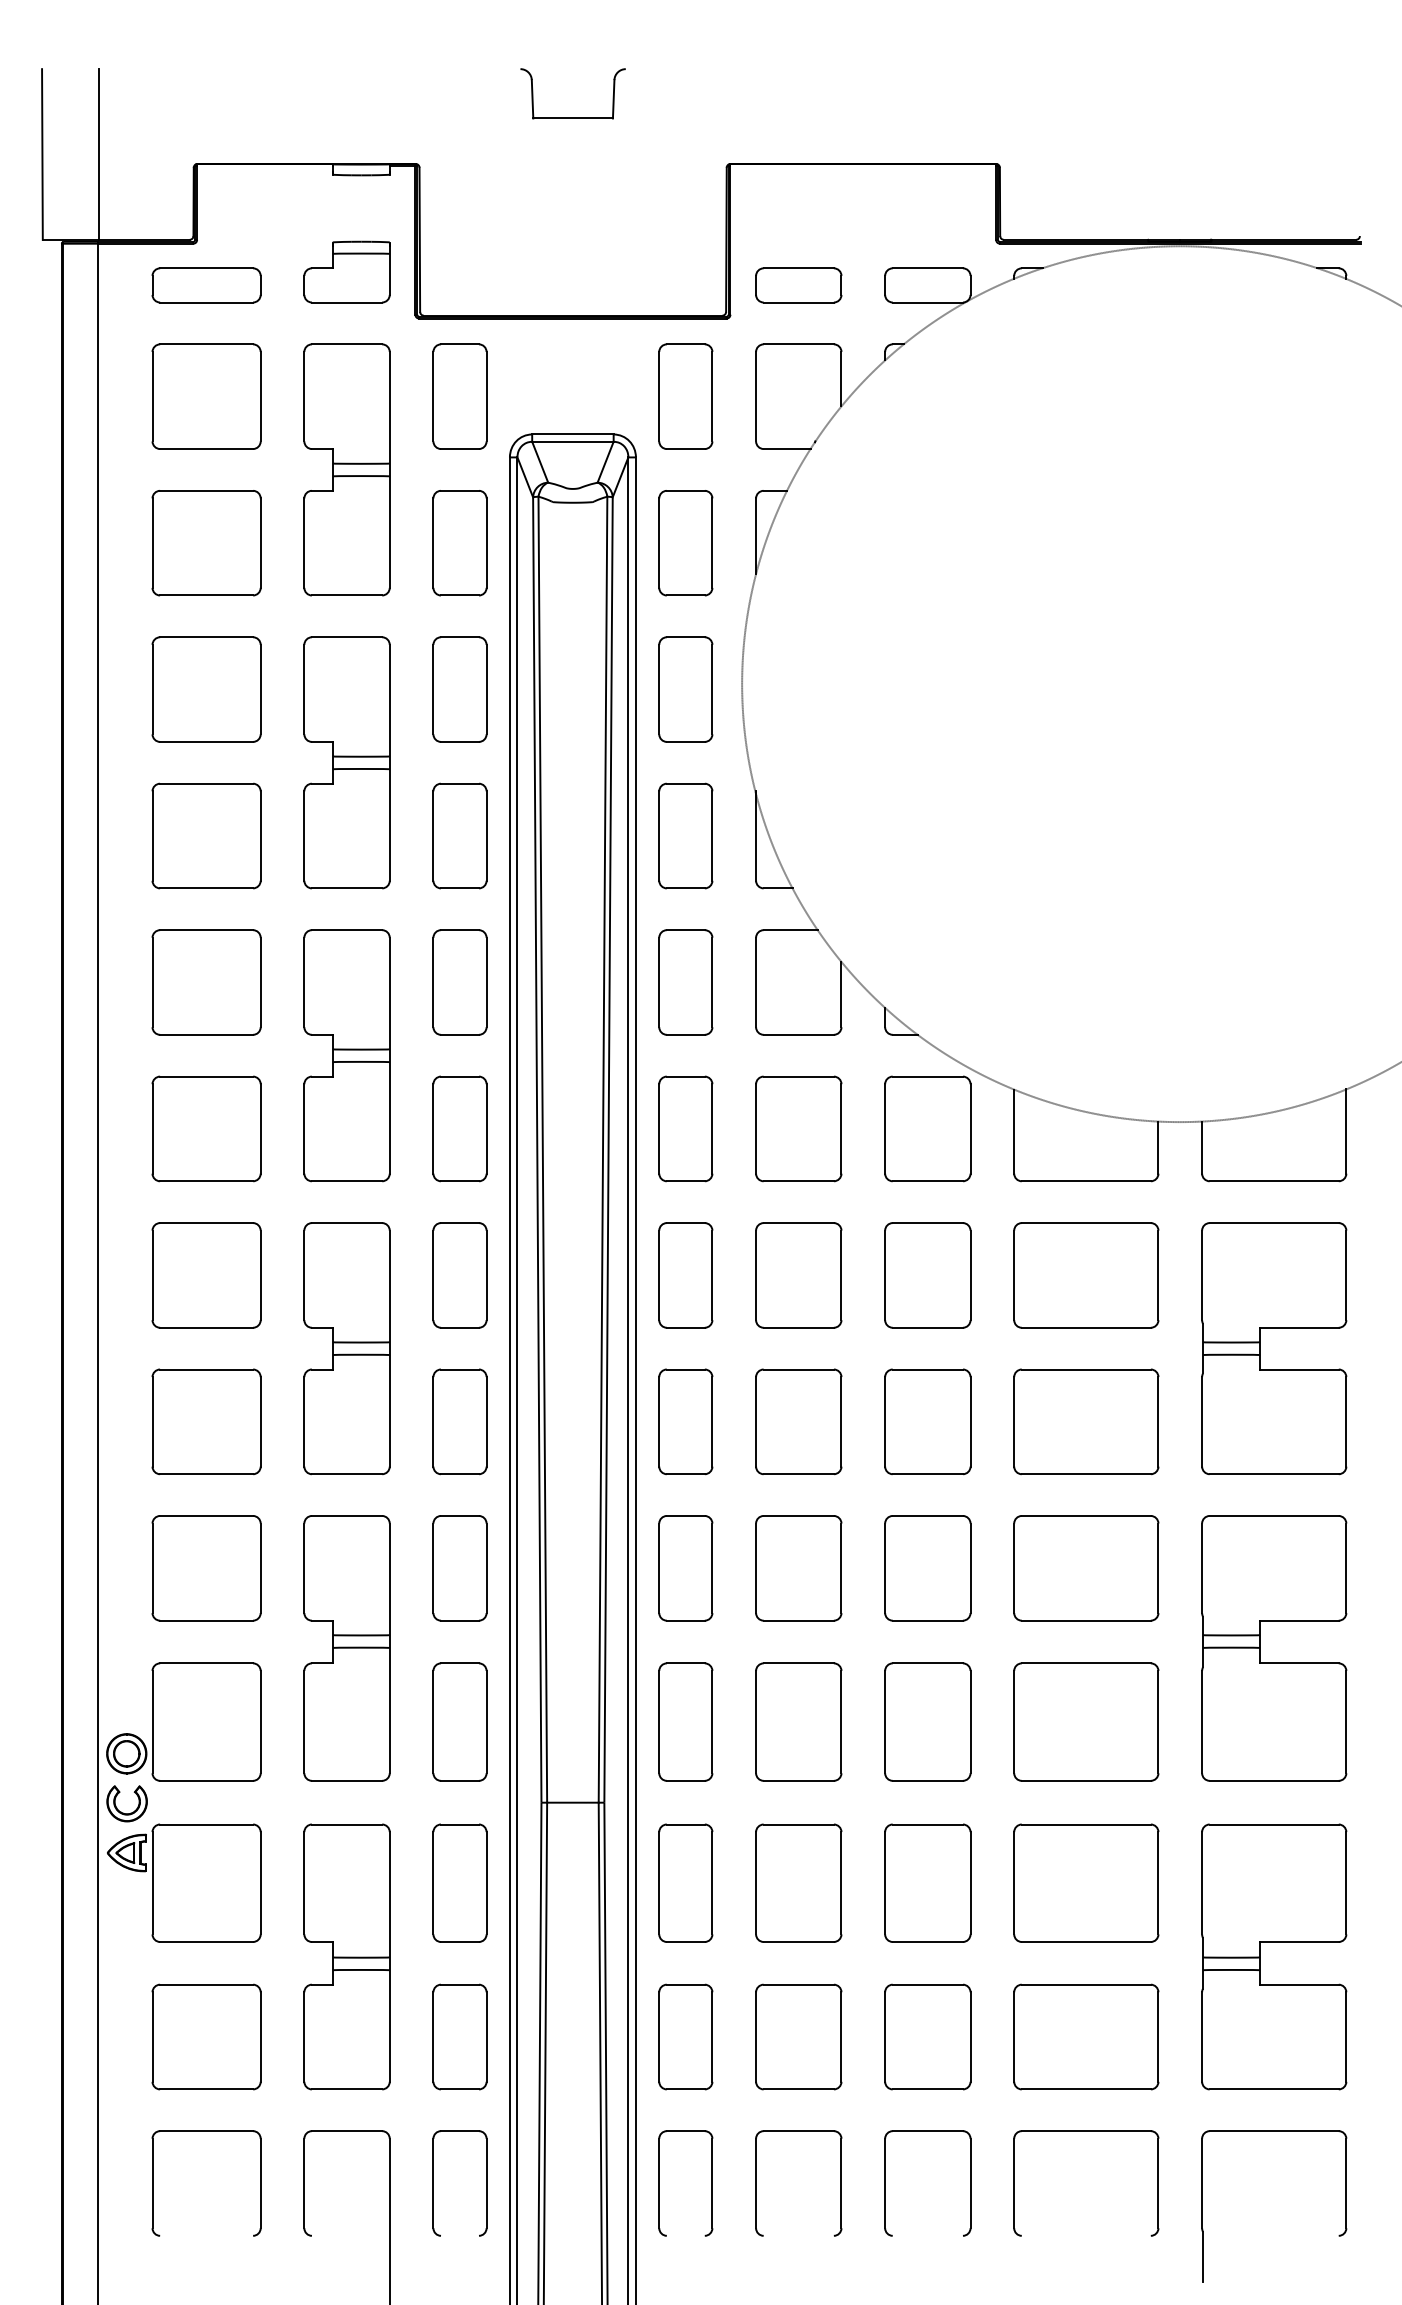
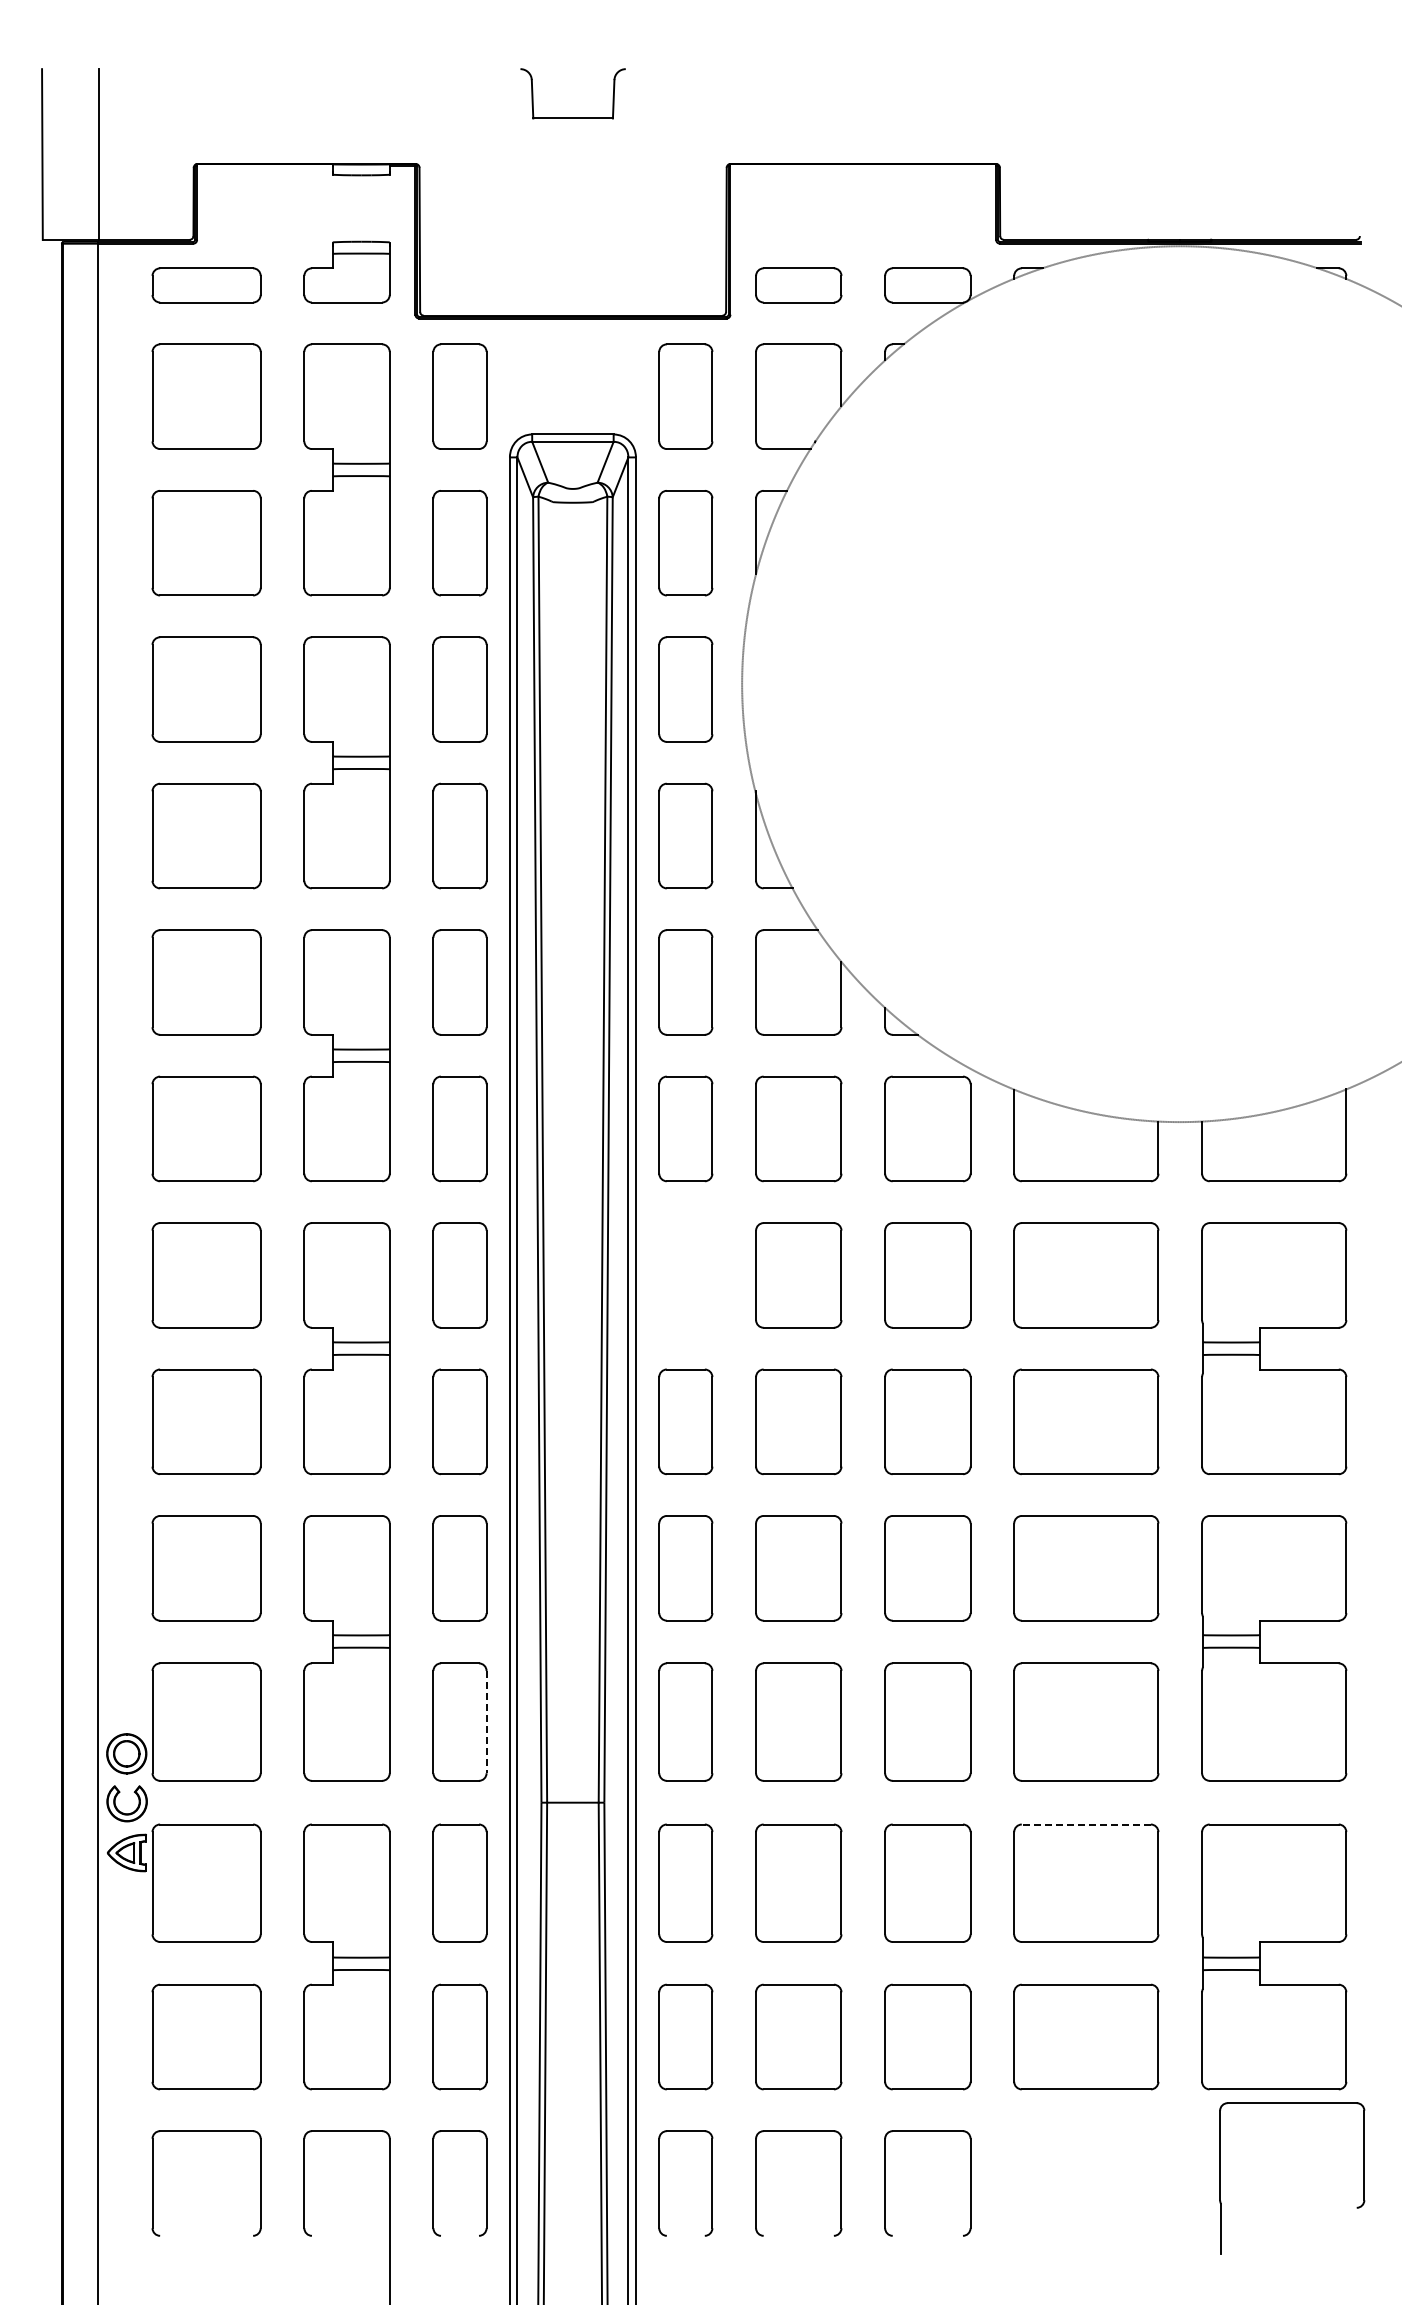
part at (685, 1275): present -> none
line at (486, 1722): solid -> dashed
line at (1086, 1824): solid -> dashed
part at (1086, 2131): present -> none
part at (1338, 2235) position: (1338, 2235) -> (1356, 2207)
